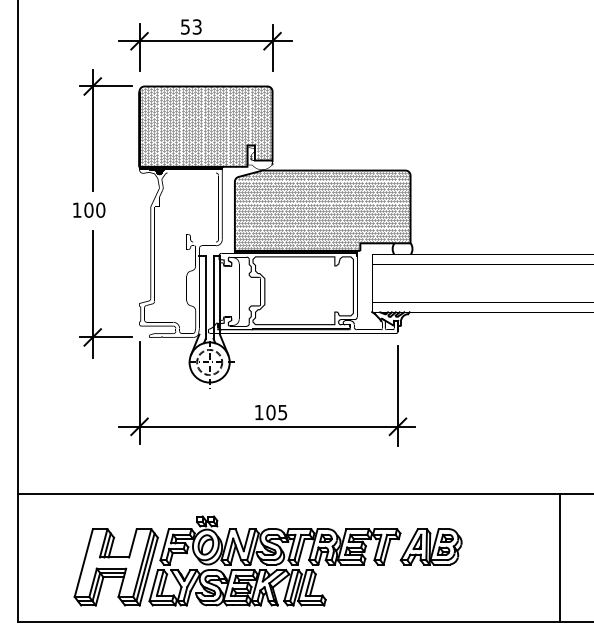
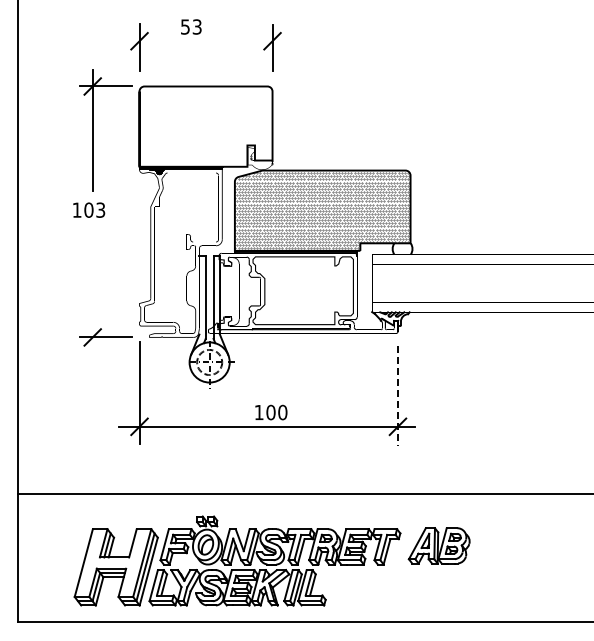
line at (205, 41): present -> none
hatch at (205, 126): present -> none
text at (100, 209): 100 -> 103
line at (92, 294): present -> none
line at (397, 395): solid -> dashed
text at (282, 412): 105 -> 100
part at (430, 546) position: (430, 546) -> (438, 545)
line at (560, 557): present -> none
